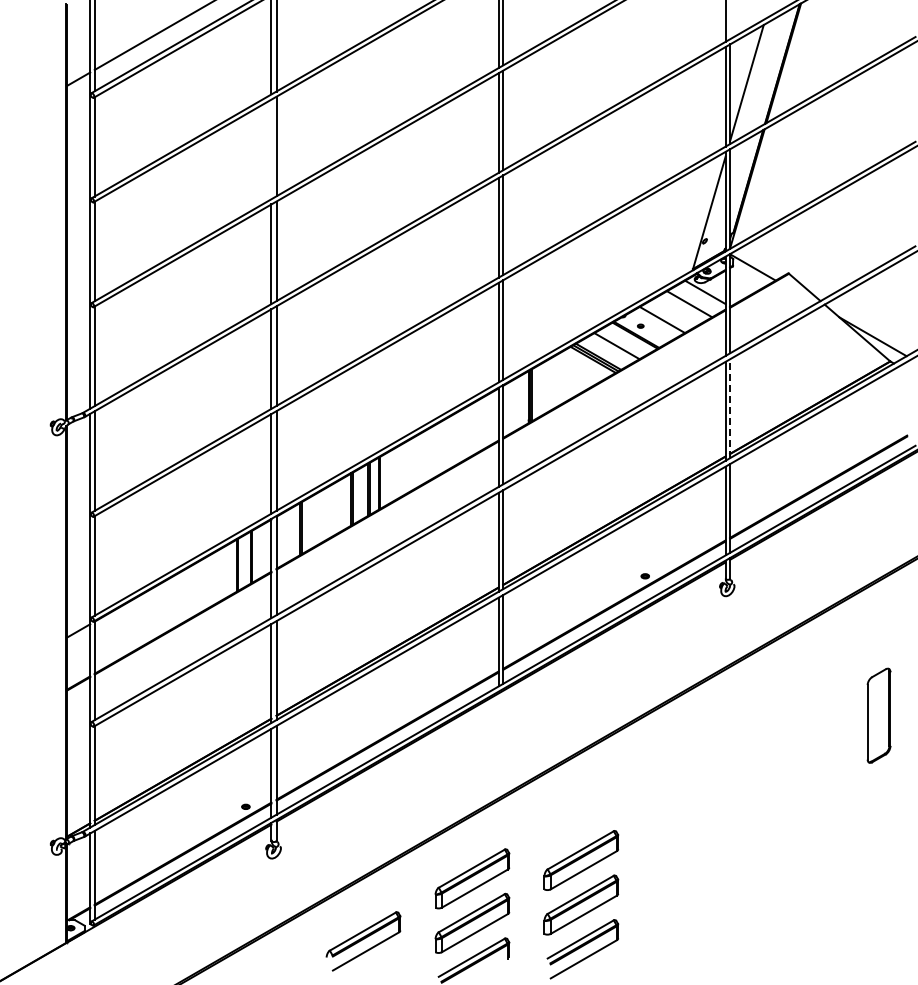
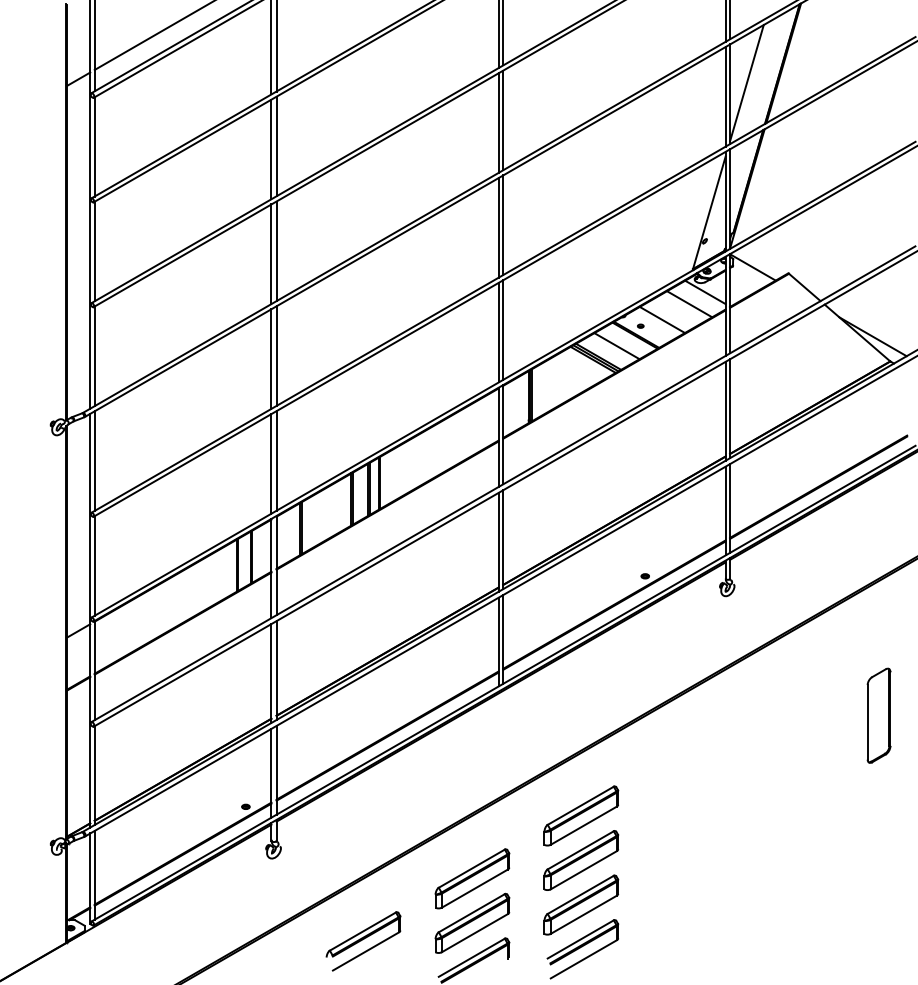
line at (730, 20): none -> present
line at (271, 149): none -> present
line at (730, 408): dashed -> solid
part at (581, 815): none -> present
